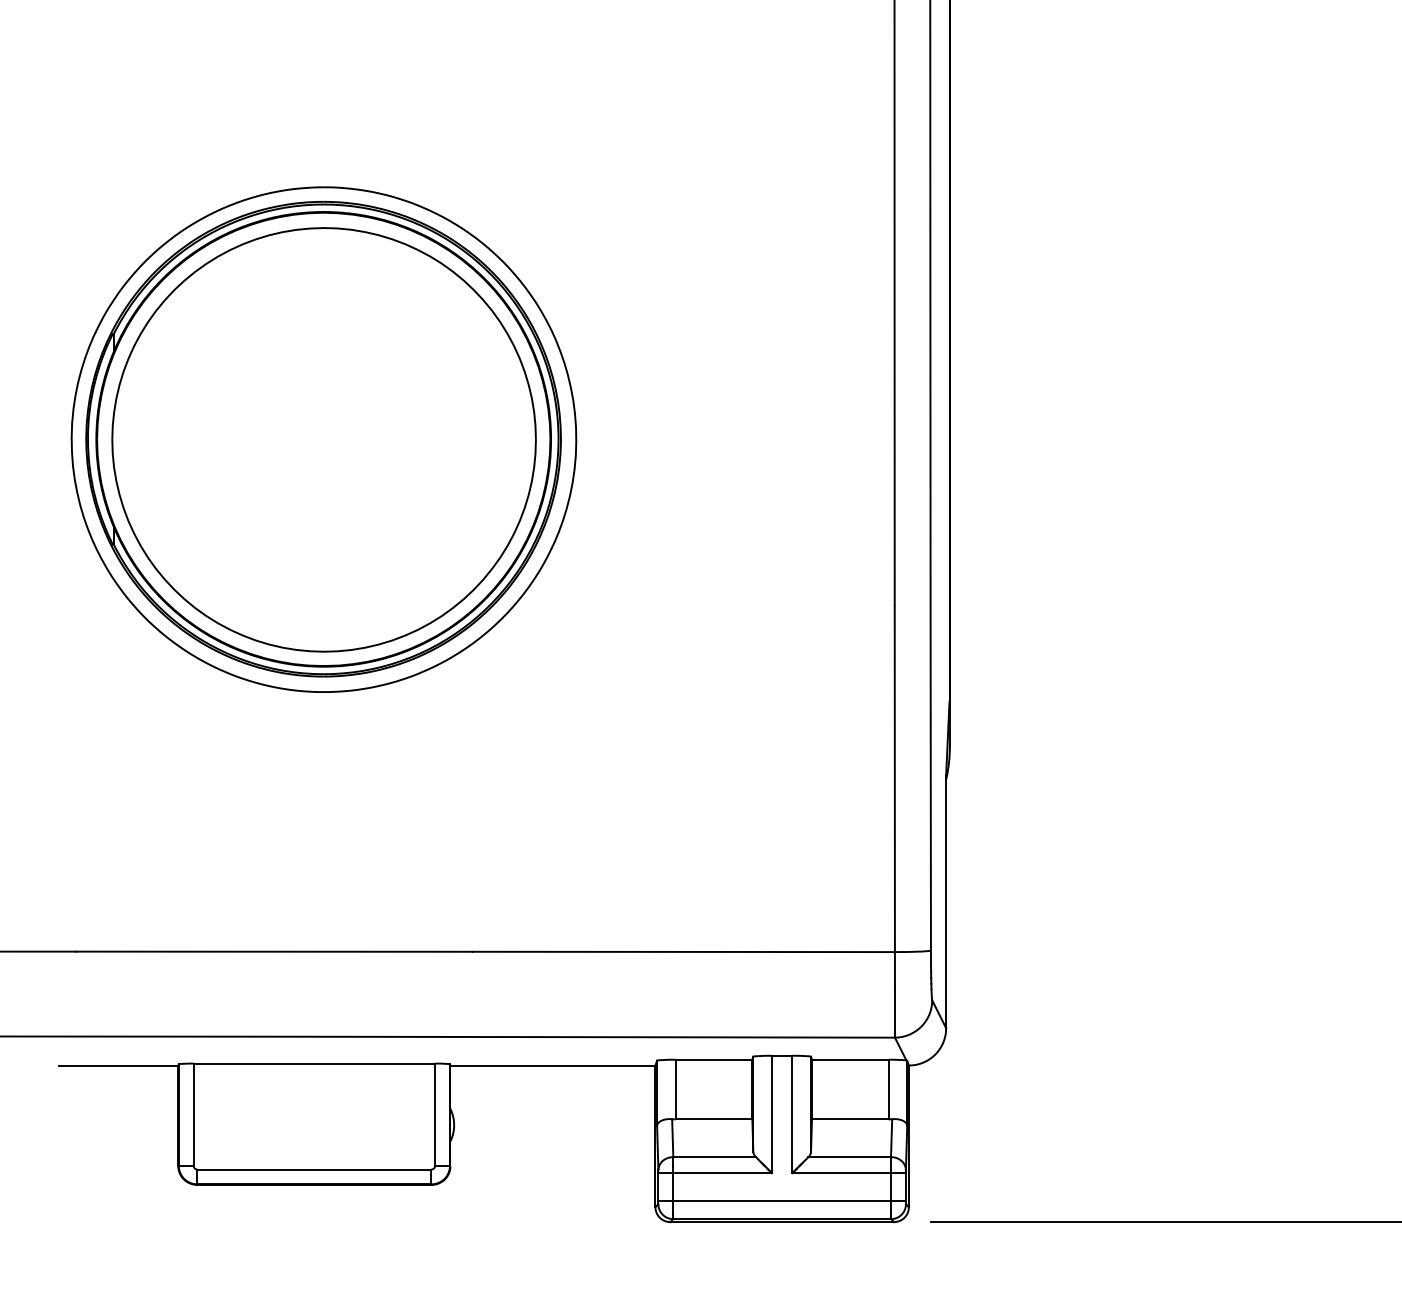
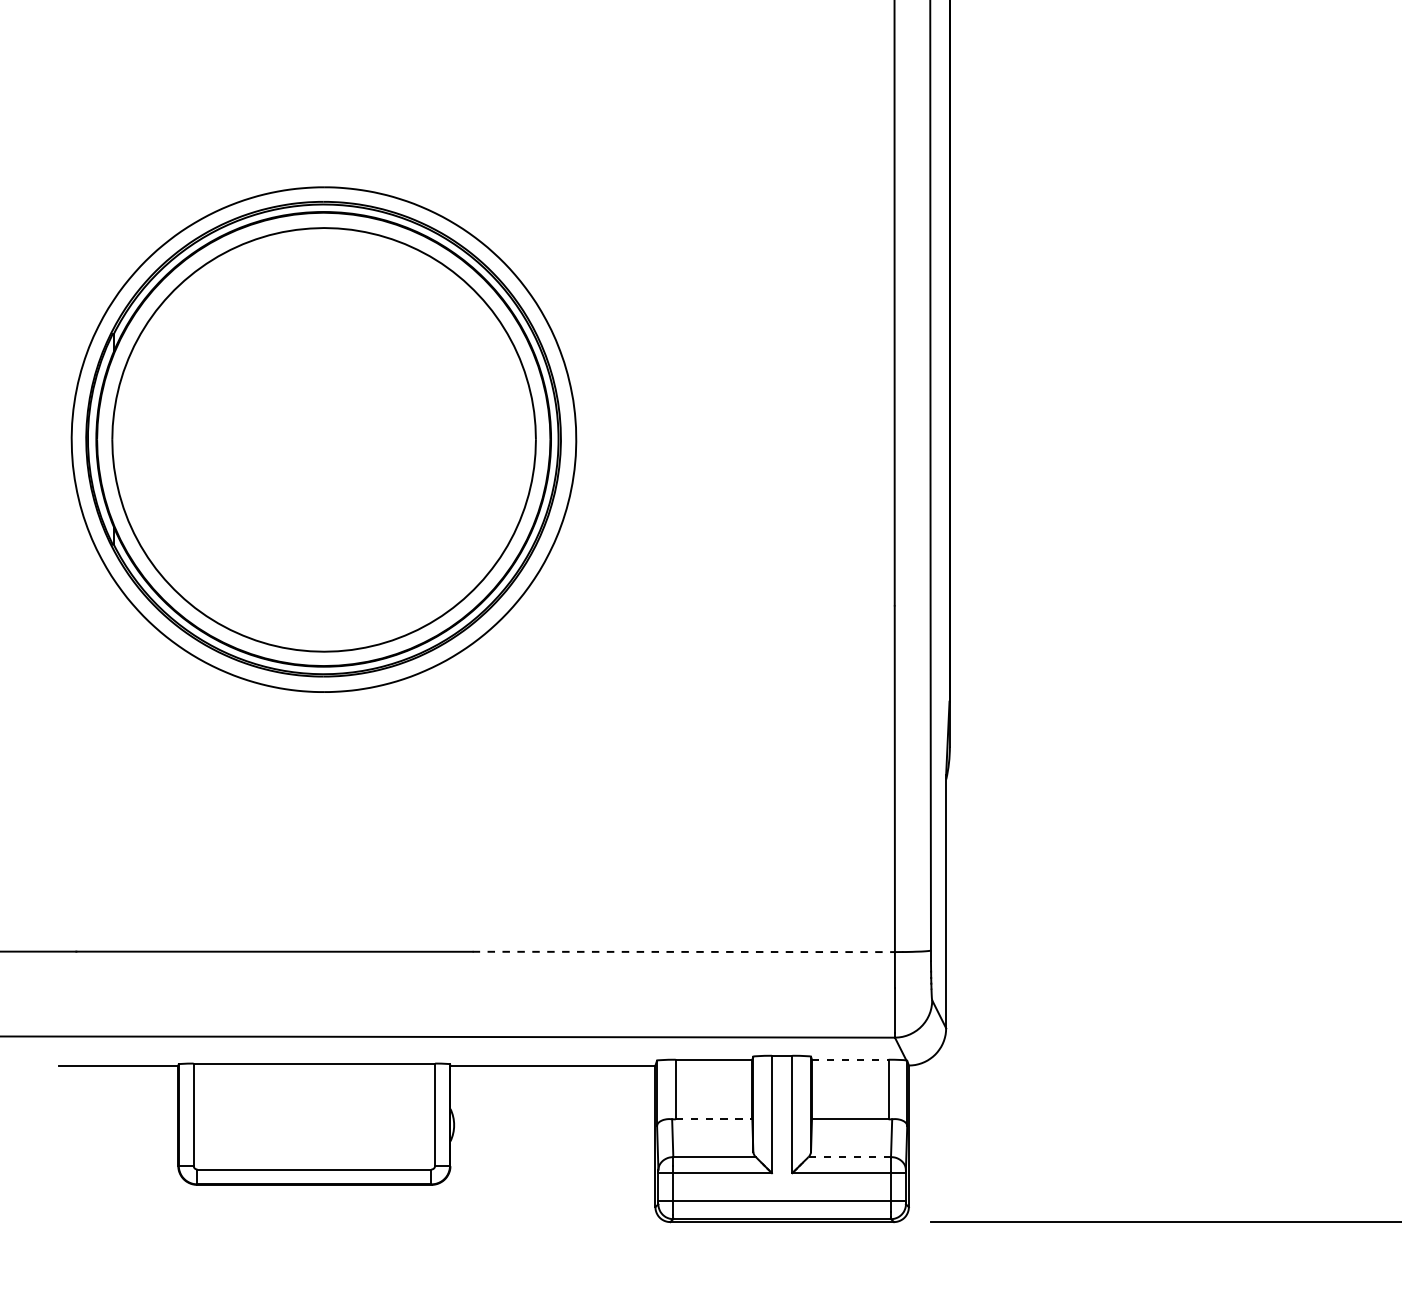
line at (684, 951): solid -> dashed
line at (850, 1059): solid -> dashed
line at (714, 1119): solid -> dashed
line at (849, 1157): solid -> dashed
